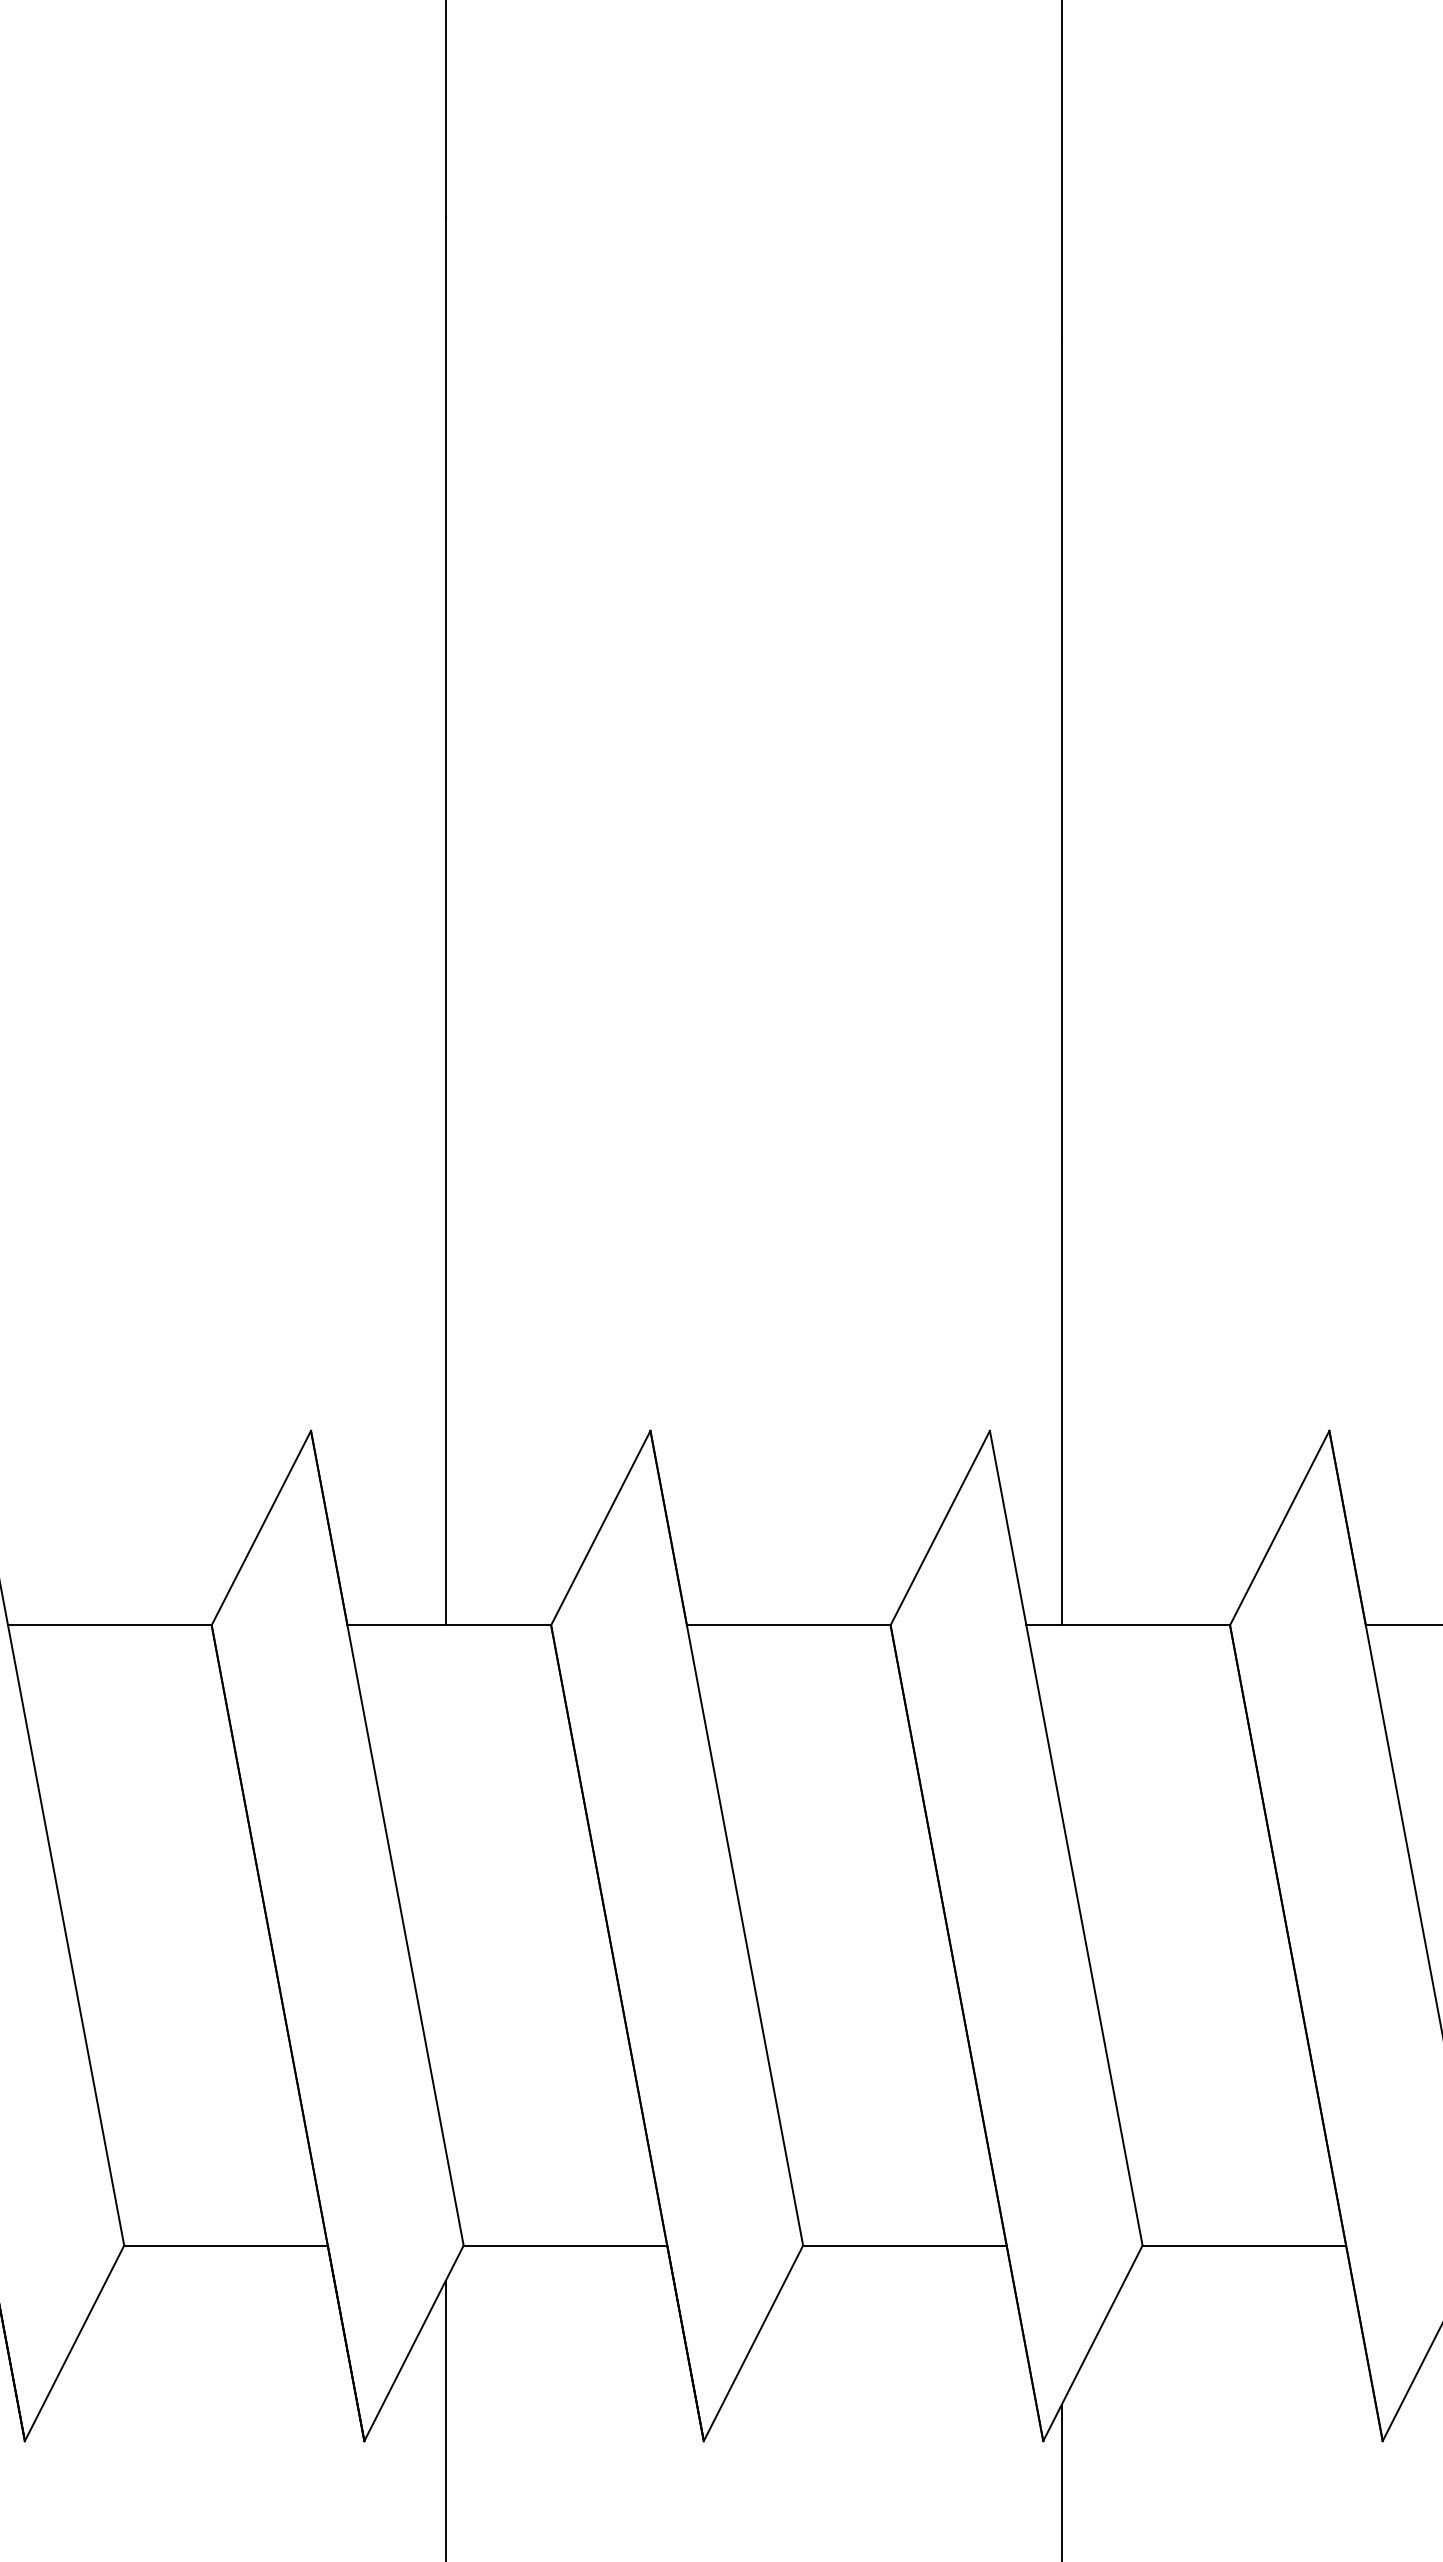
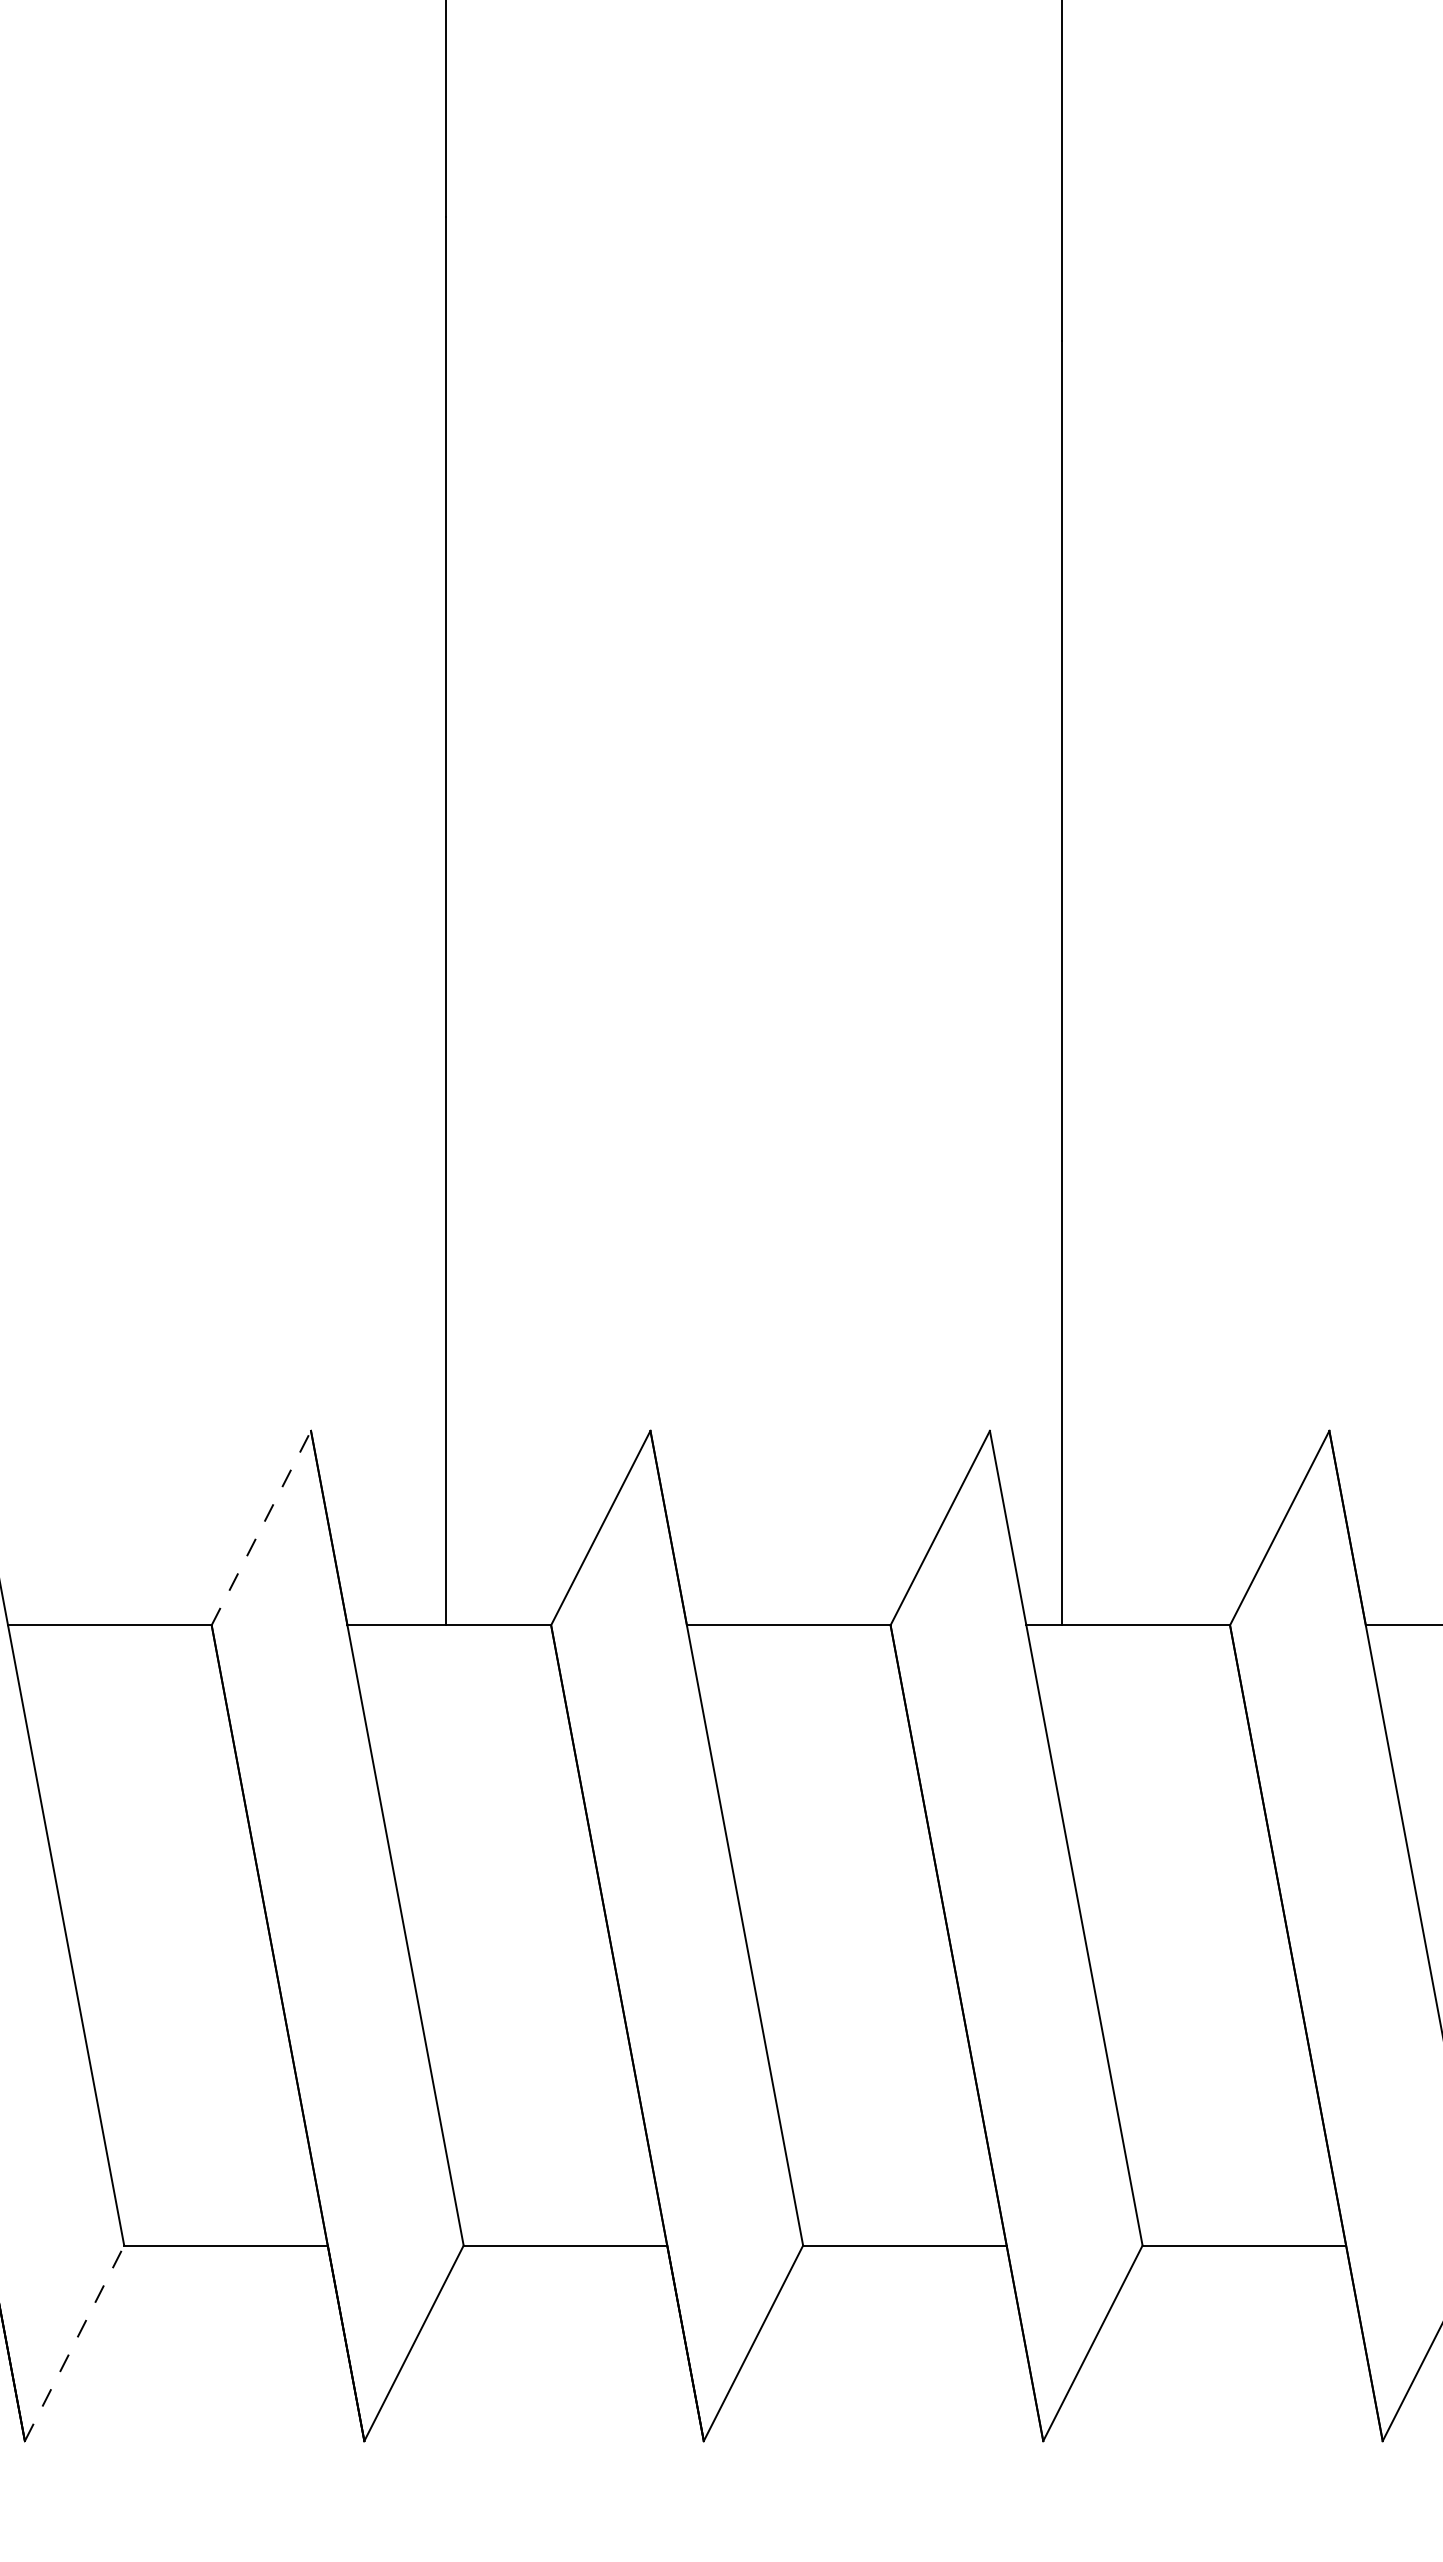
line at (261, 1527): solid -> dashed
line at (74, 2343): solid -> dashed
line at (445, 2419): present -> none
line at (1061, 2481): present -> none
